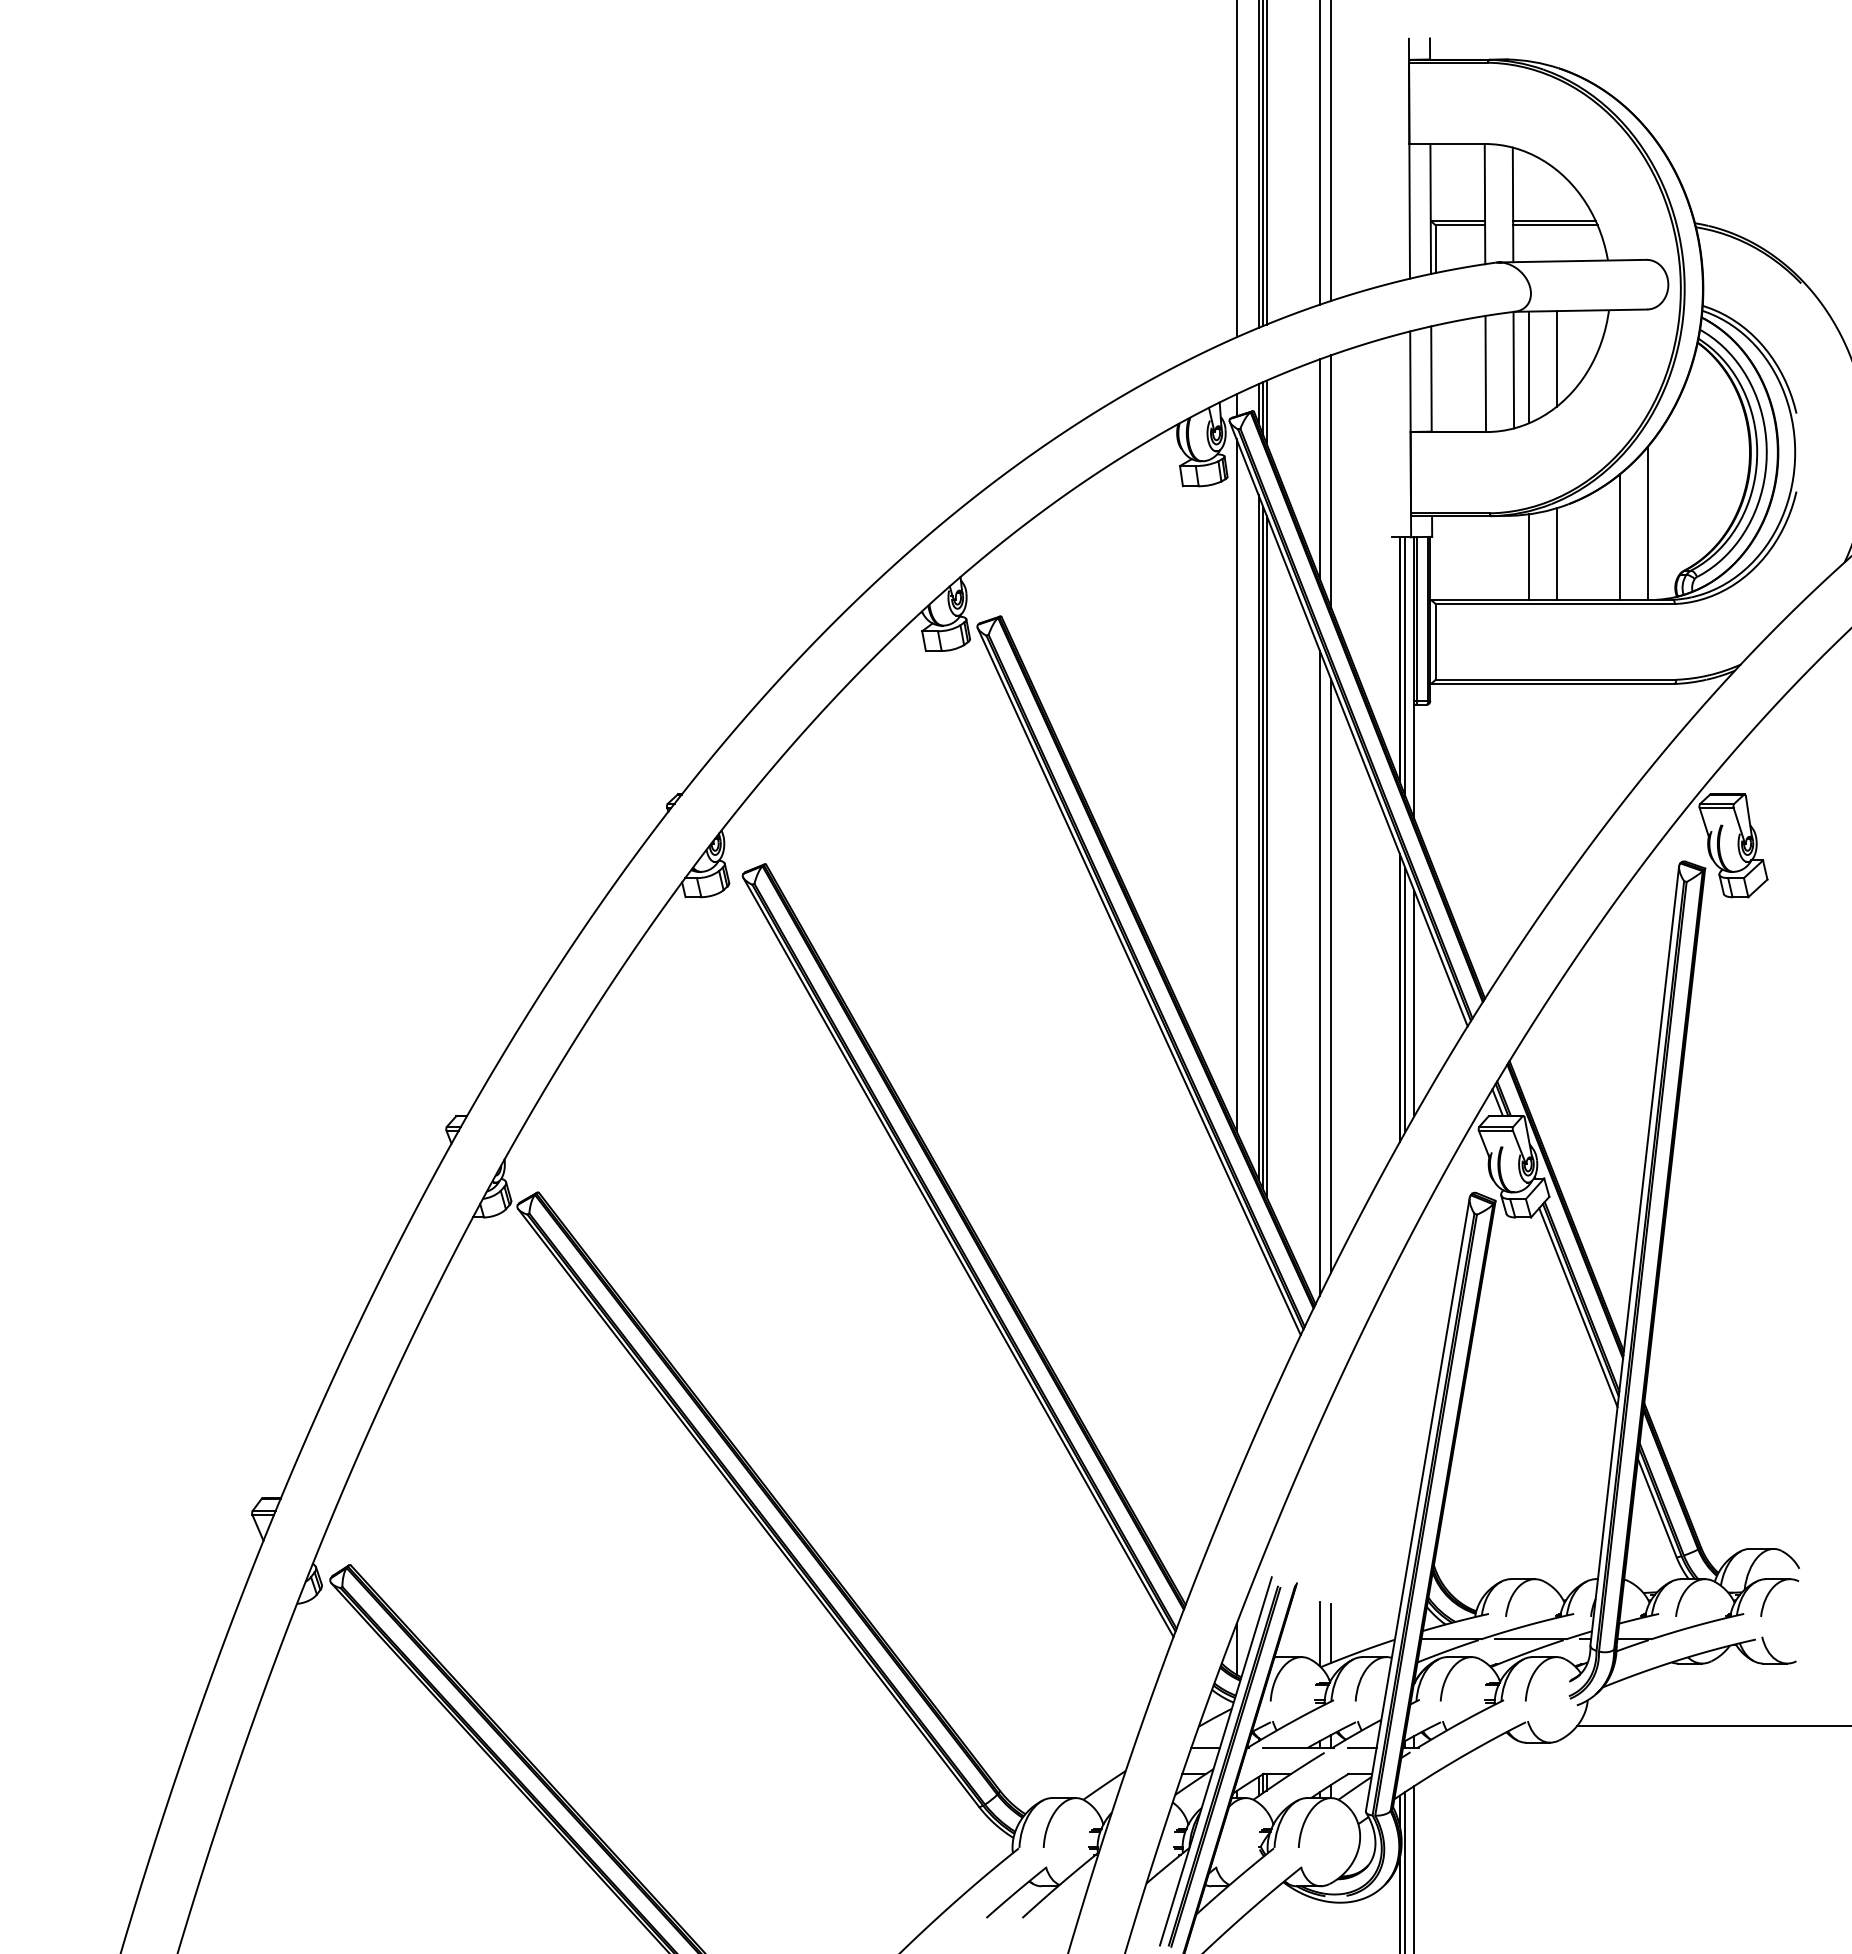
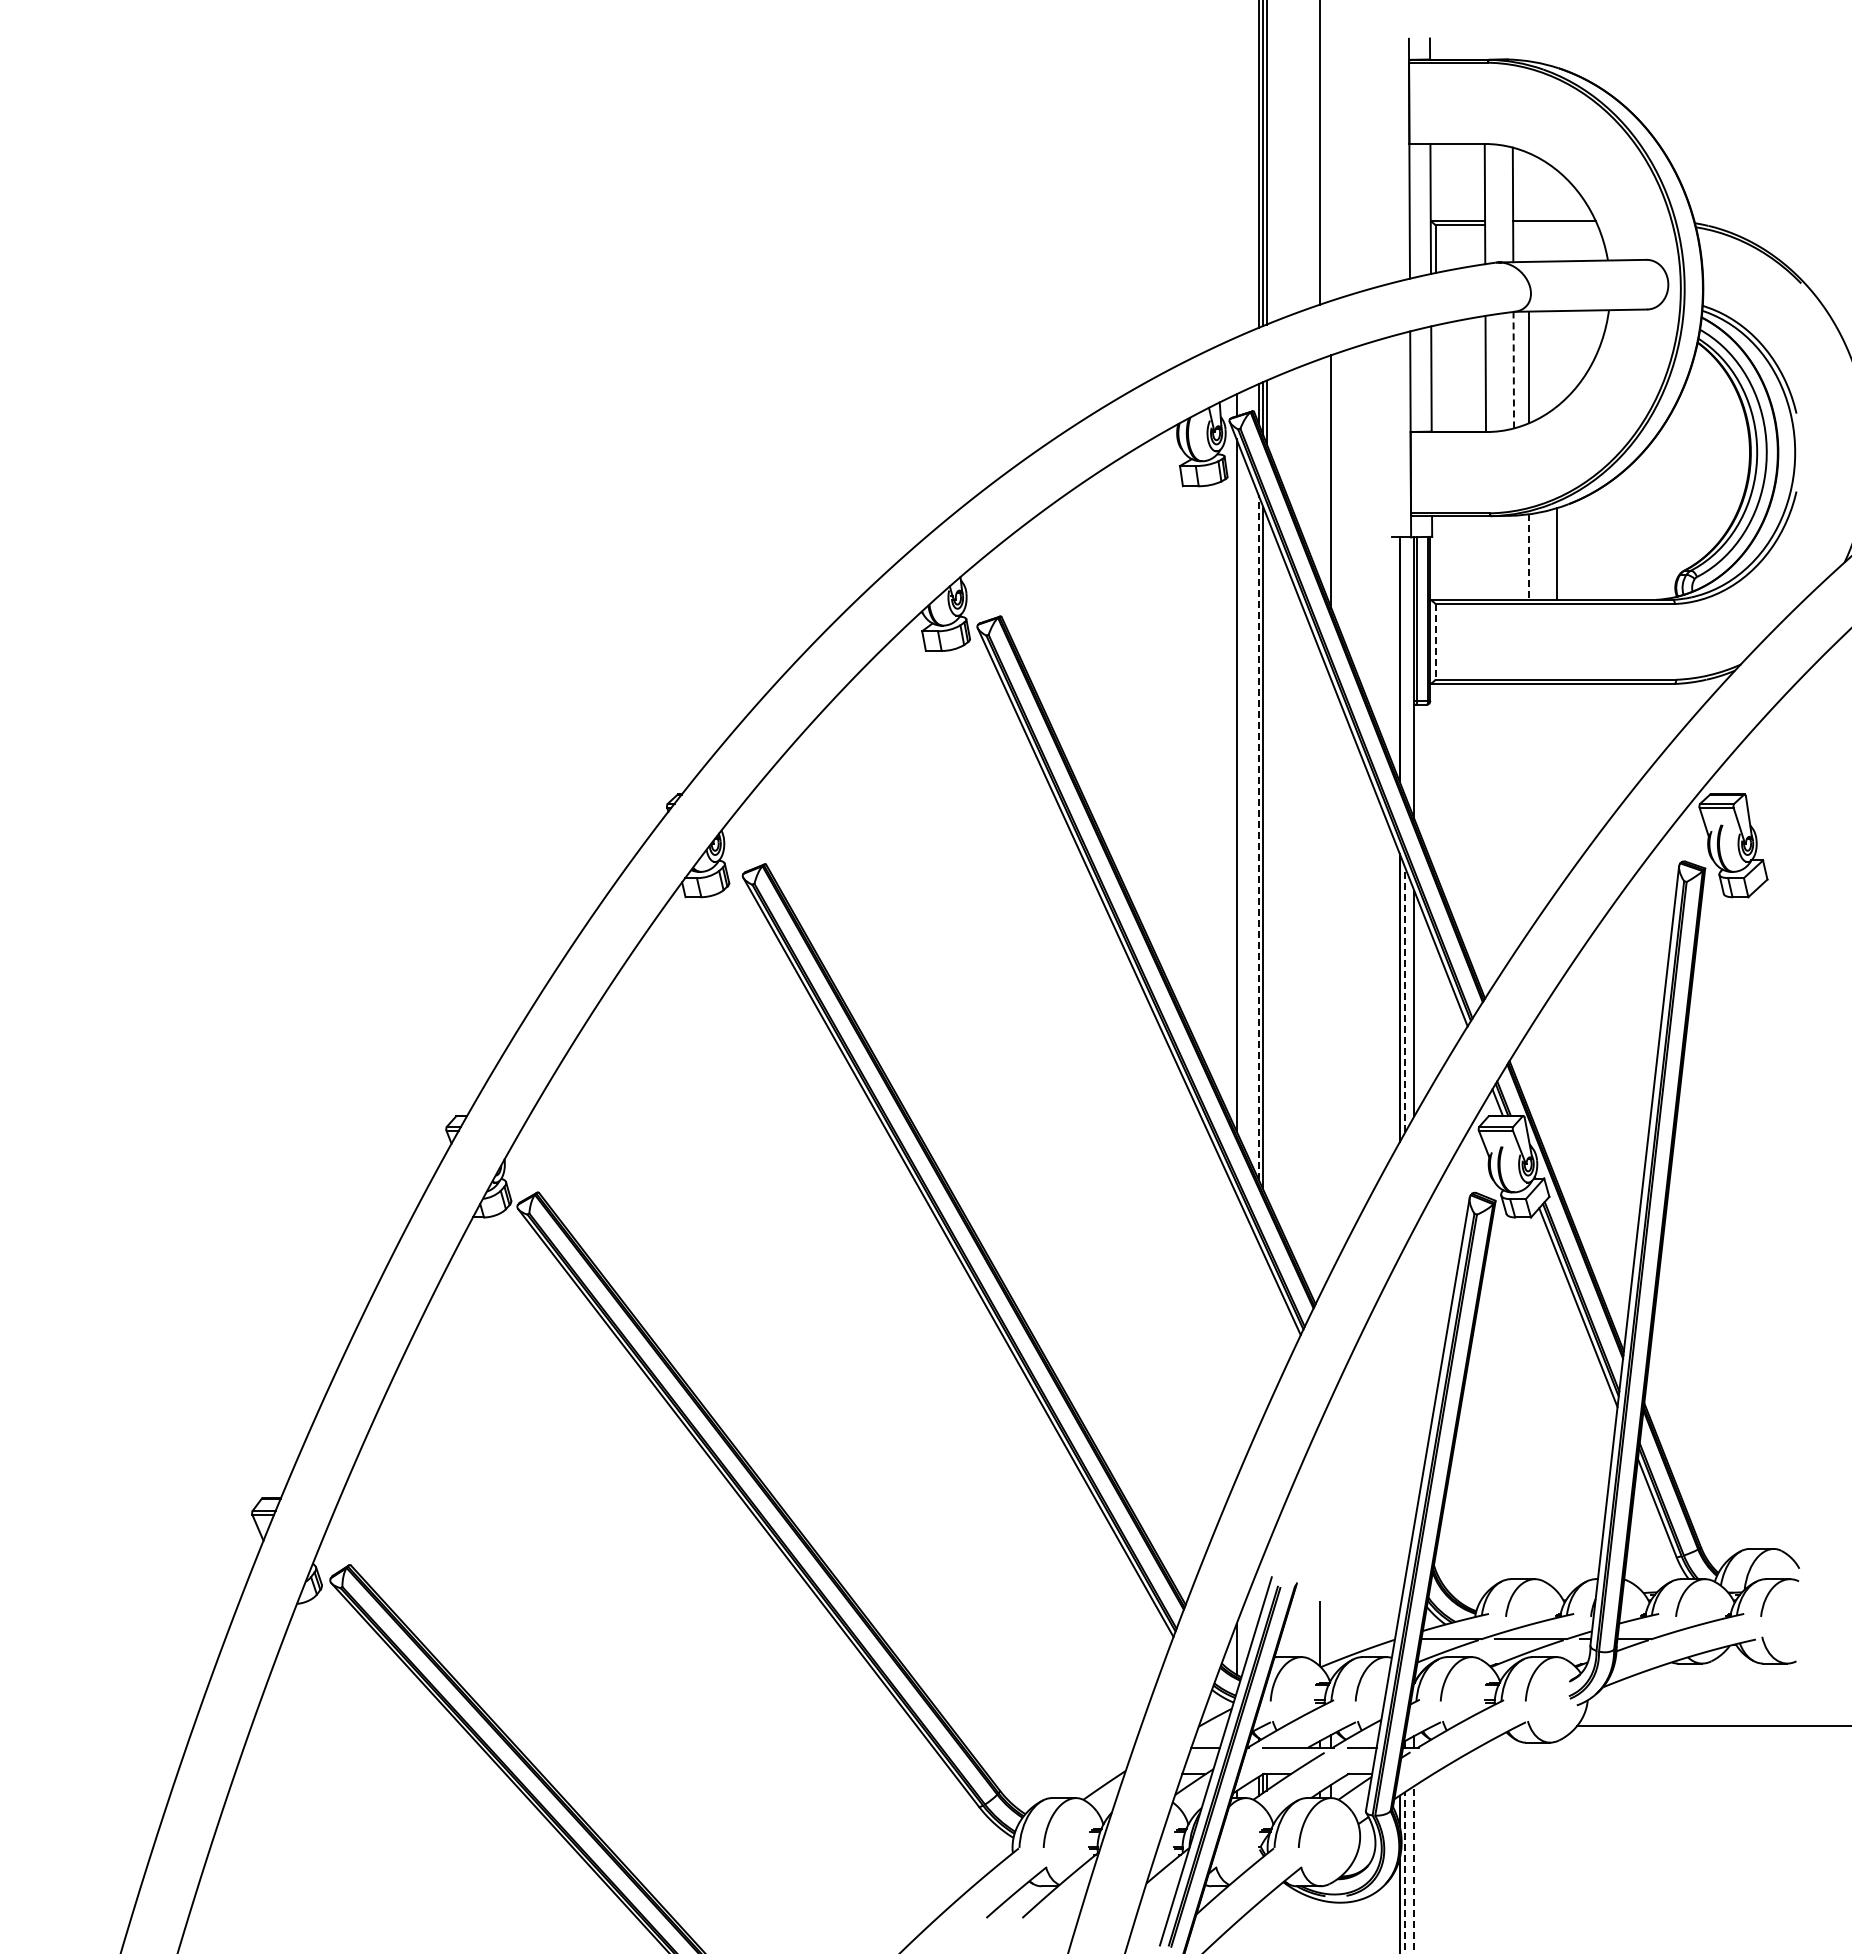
line at (1331, 151): present -> none
line at (1236, 169): present -> none
line at (1555, 225): present -> none
line at (1556, 358): present -> none
line at (1513, 369): solid -> dashed
line at (1319, 469): present -> none
line at (1648, 522): present -> none
line at (1620, 536): present -> none
line at (1528, 557): solid -> dashed
line at (1435, 641): solid -> dashed
line at (1405, 666): present -> none
line at (1258, 837): solid -> dashed
line at (1266, 855): present -> none
line at (1319, 972): present -> none
line at (1331, 975): present -> none
line at (1405, 999): solid -> dashed
line at (1331, 1633): present -> none
line at (1414, 1869): solid -> dashed
line at (1405, 1872): solid -> dashed
